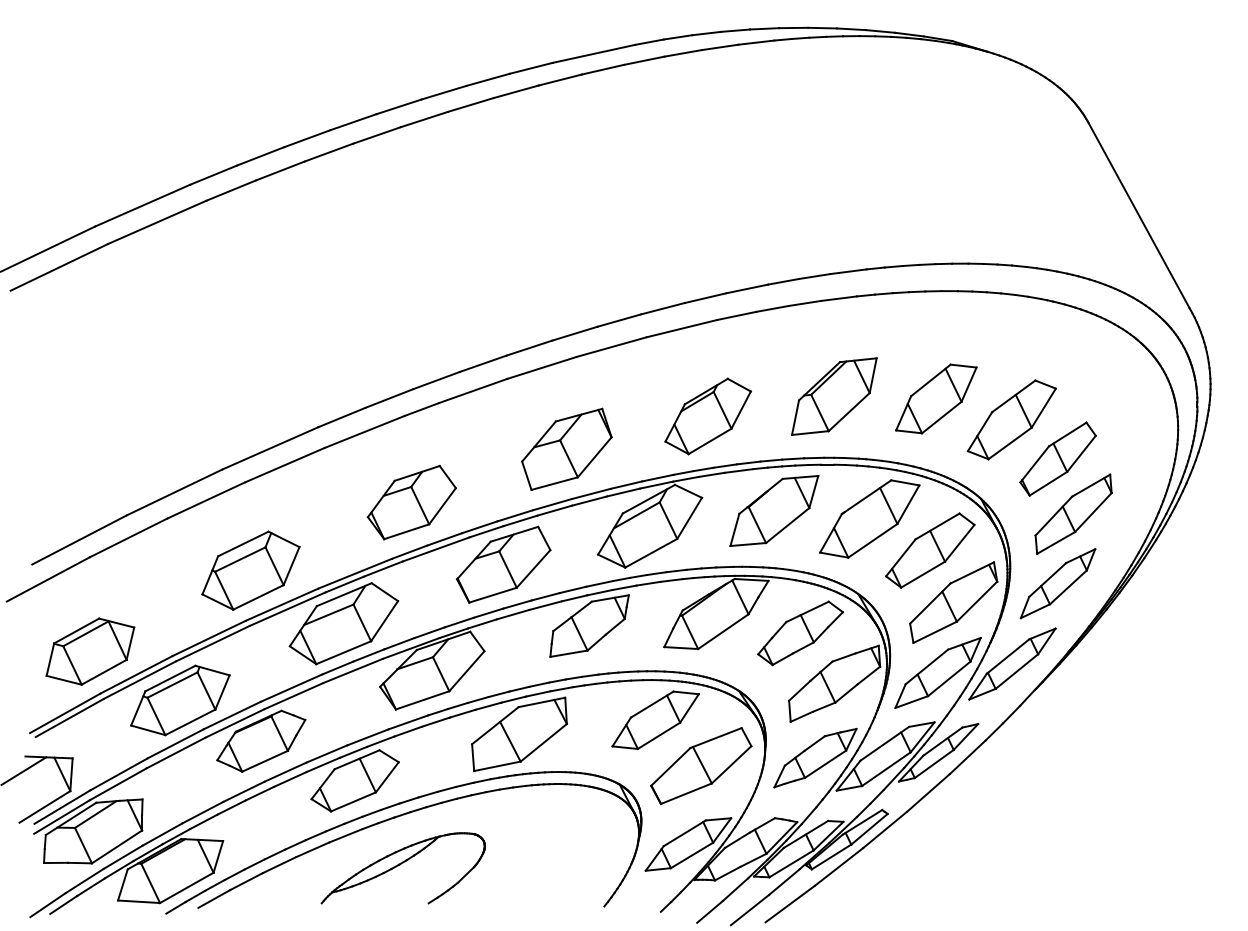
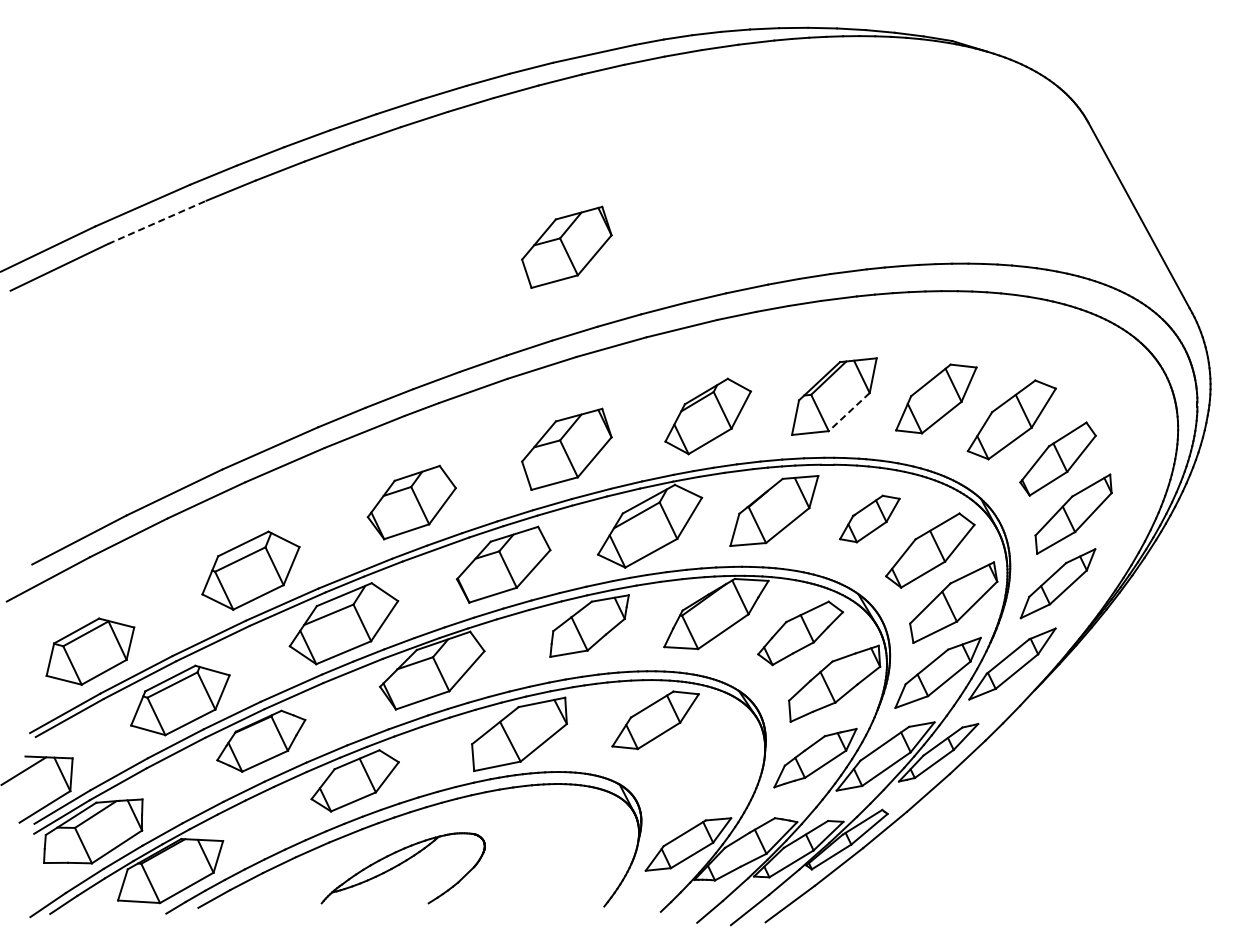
line at (157, 222): solid -> dashed
part at (566, 246): none -> present
line at (849, 412): solid -> dashed
part at (869, 518) size: 102x80 px -> 62x50 px
part at (701, 766): present -> none
